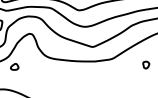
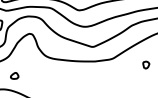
part at (14, 66) position: (14, 66) -> (14, 75)
